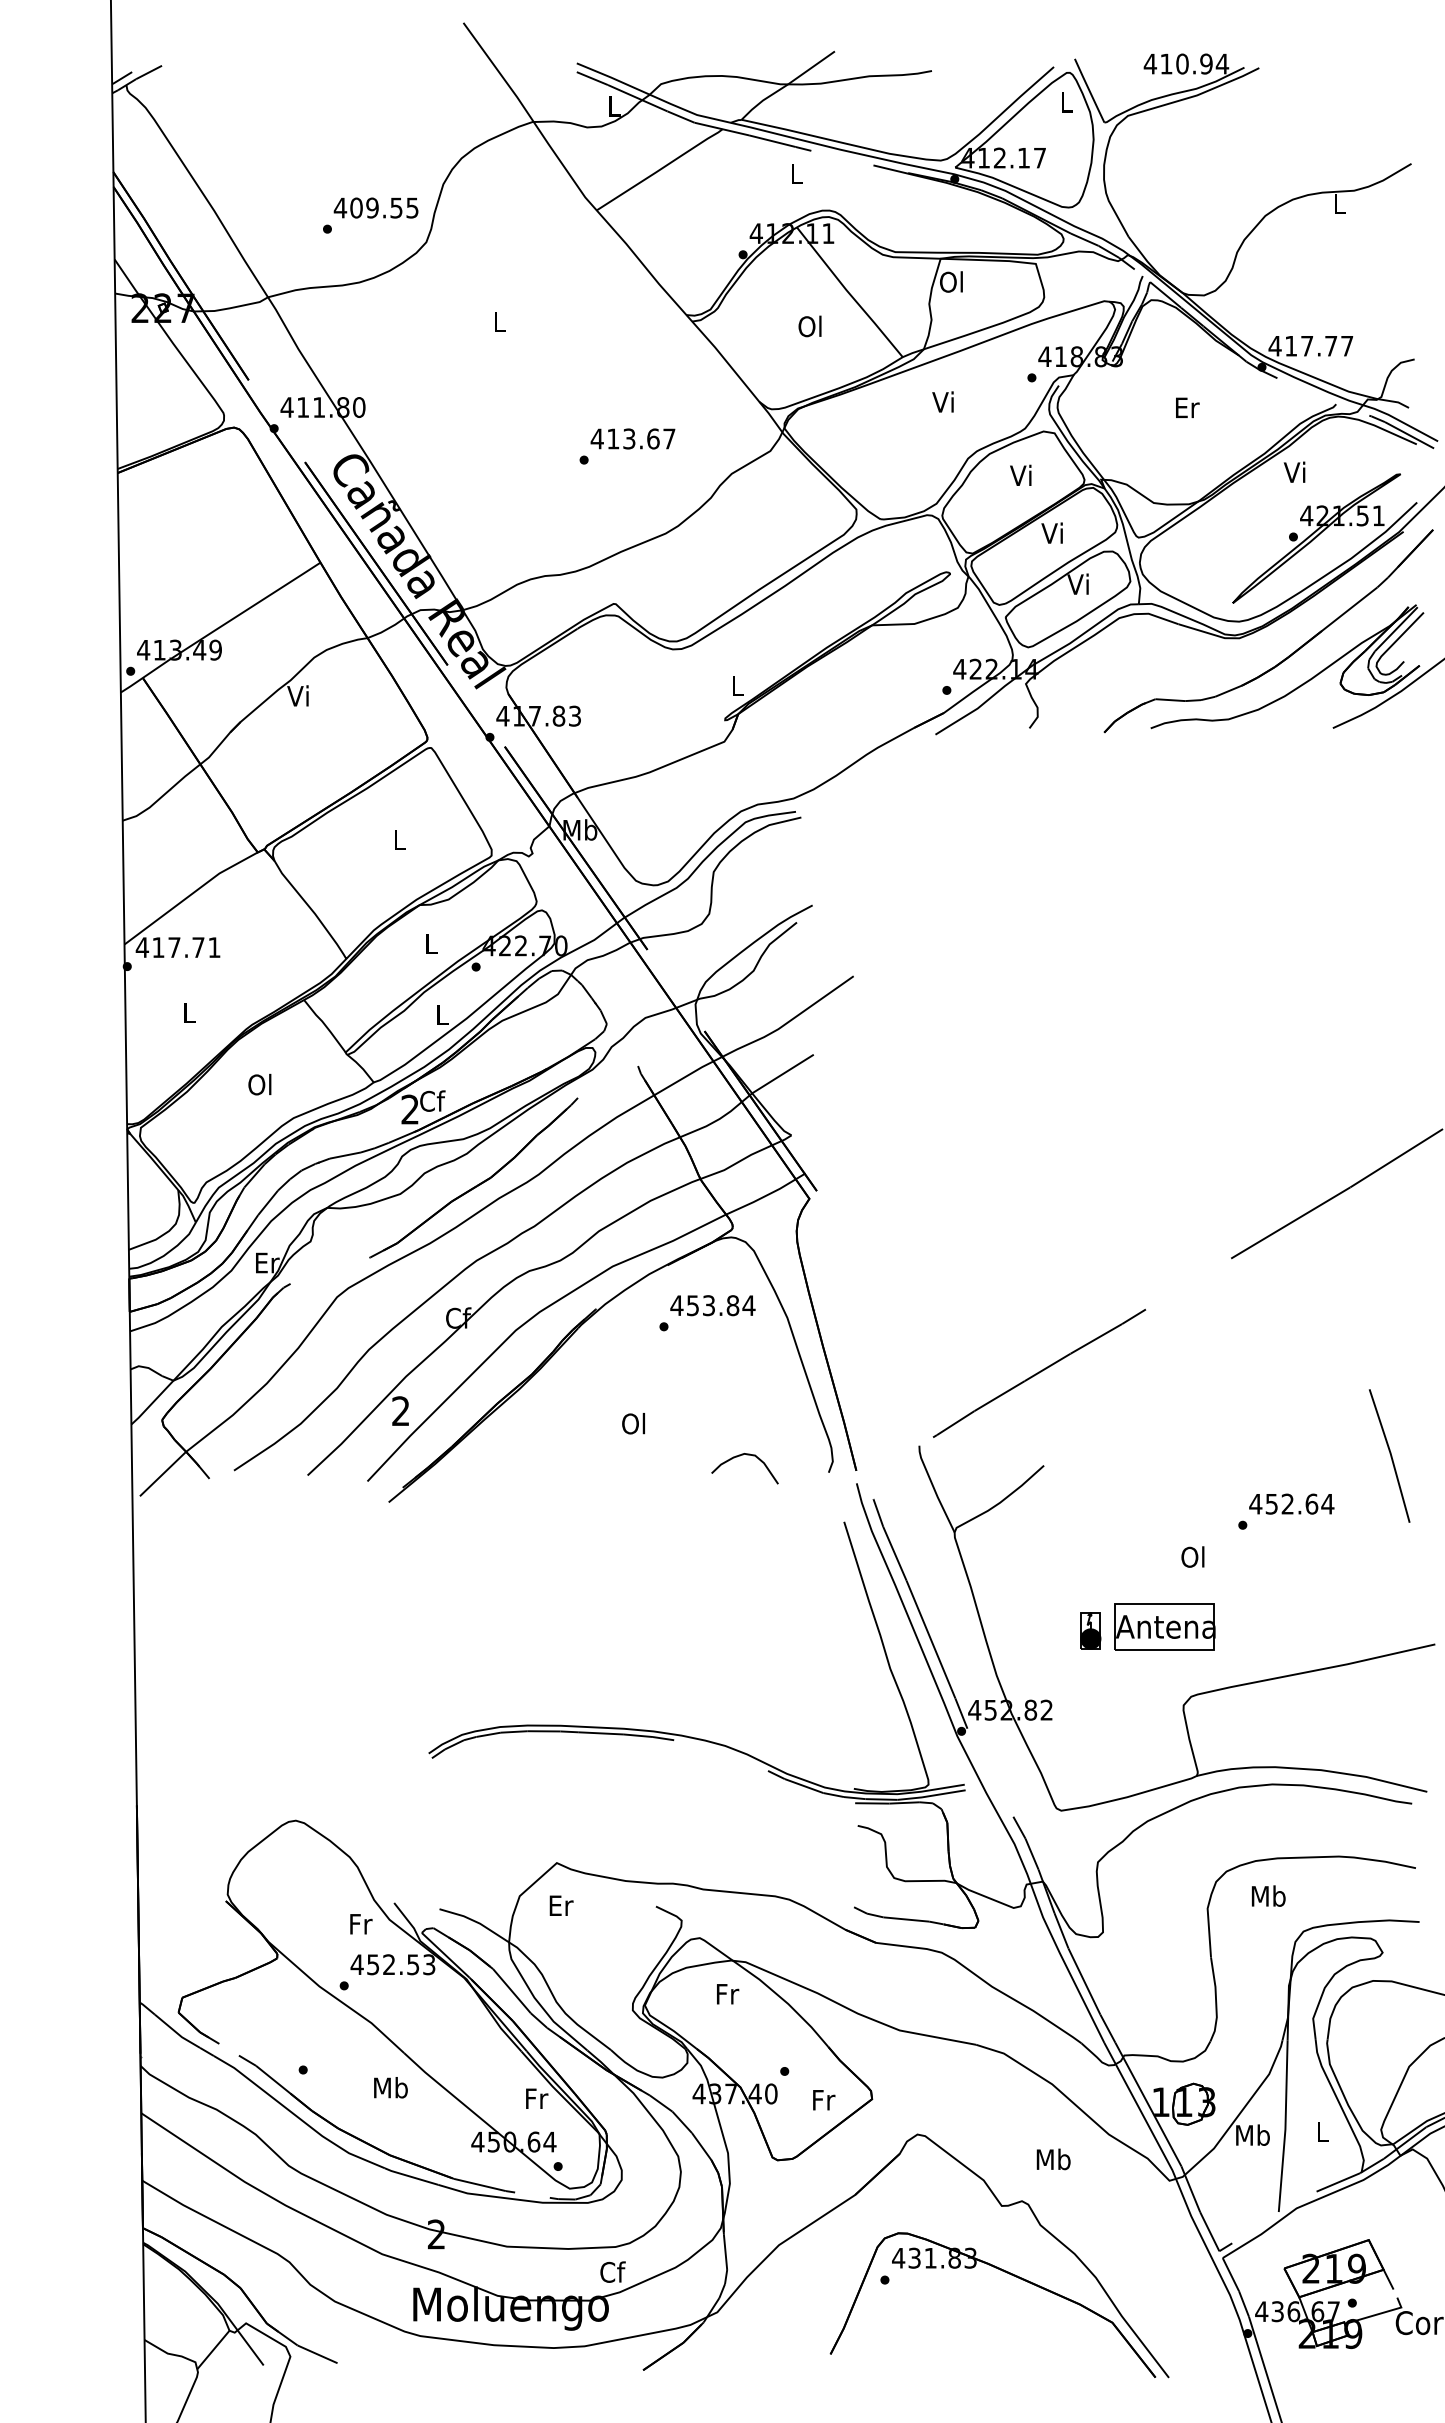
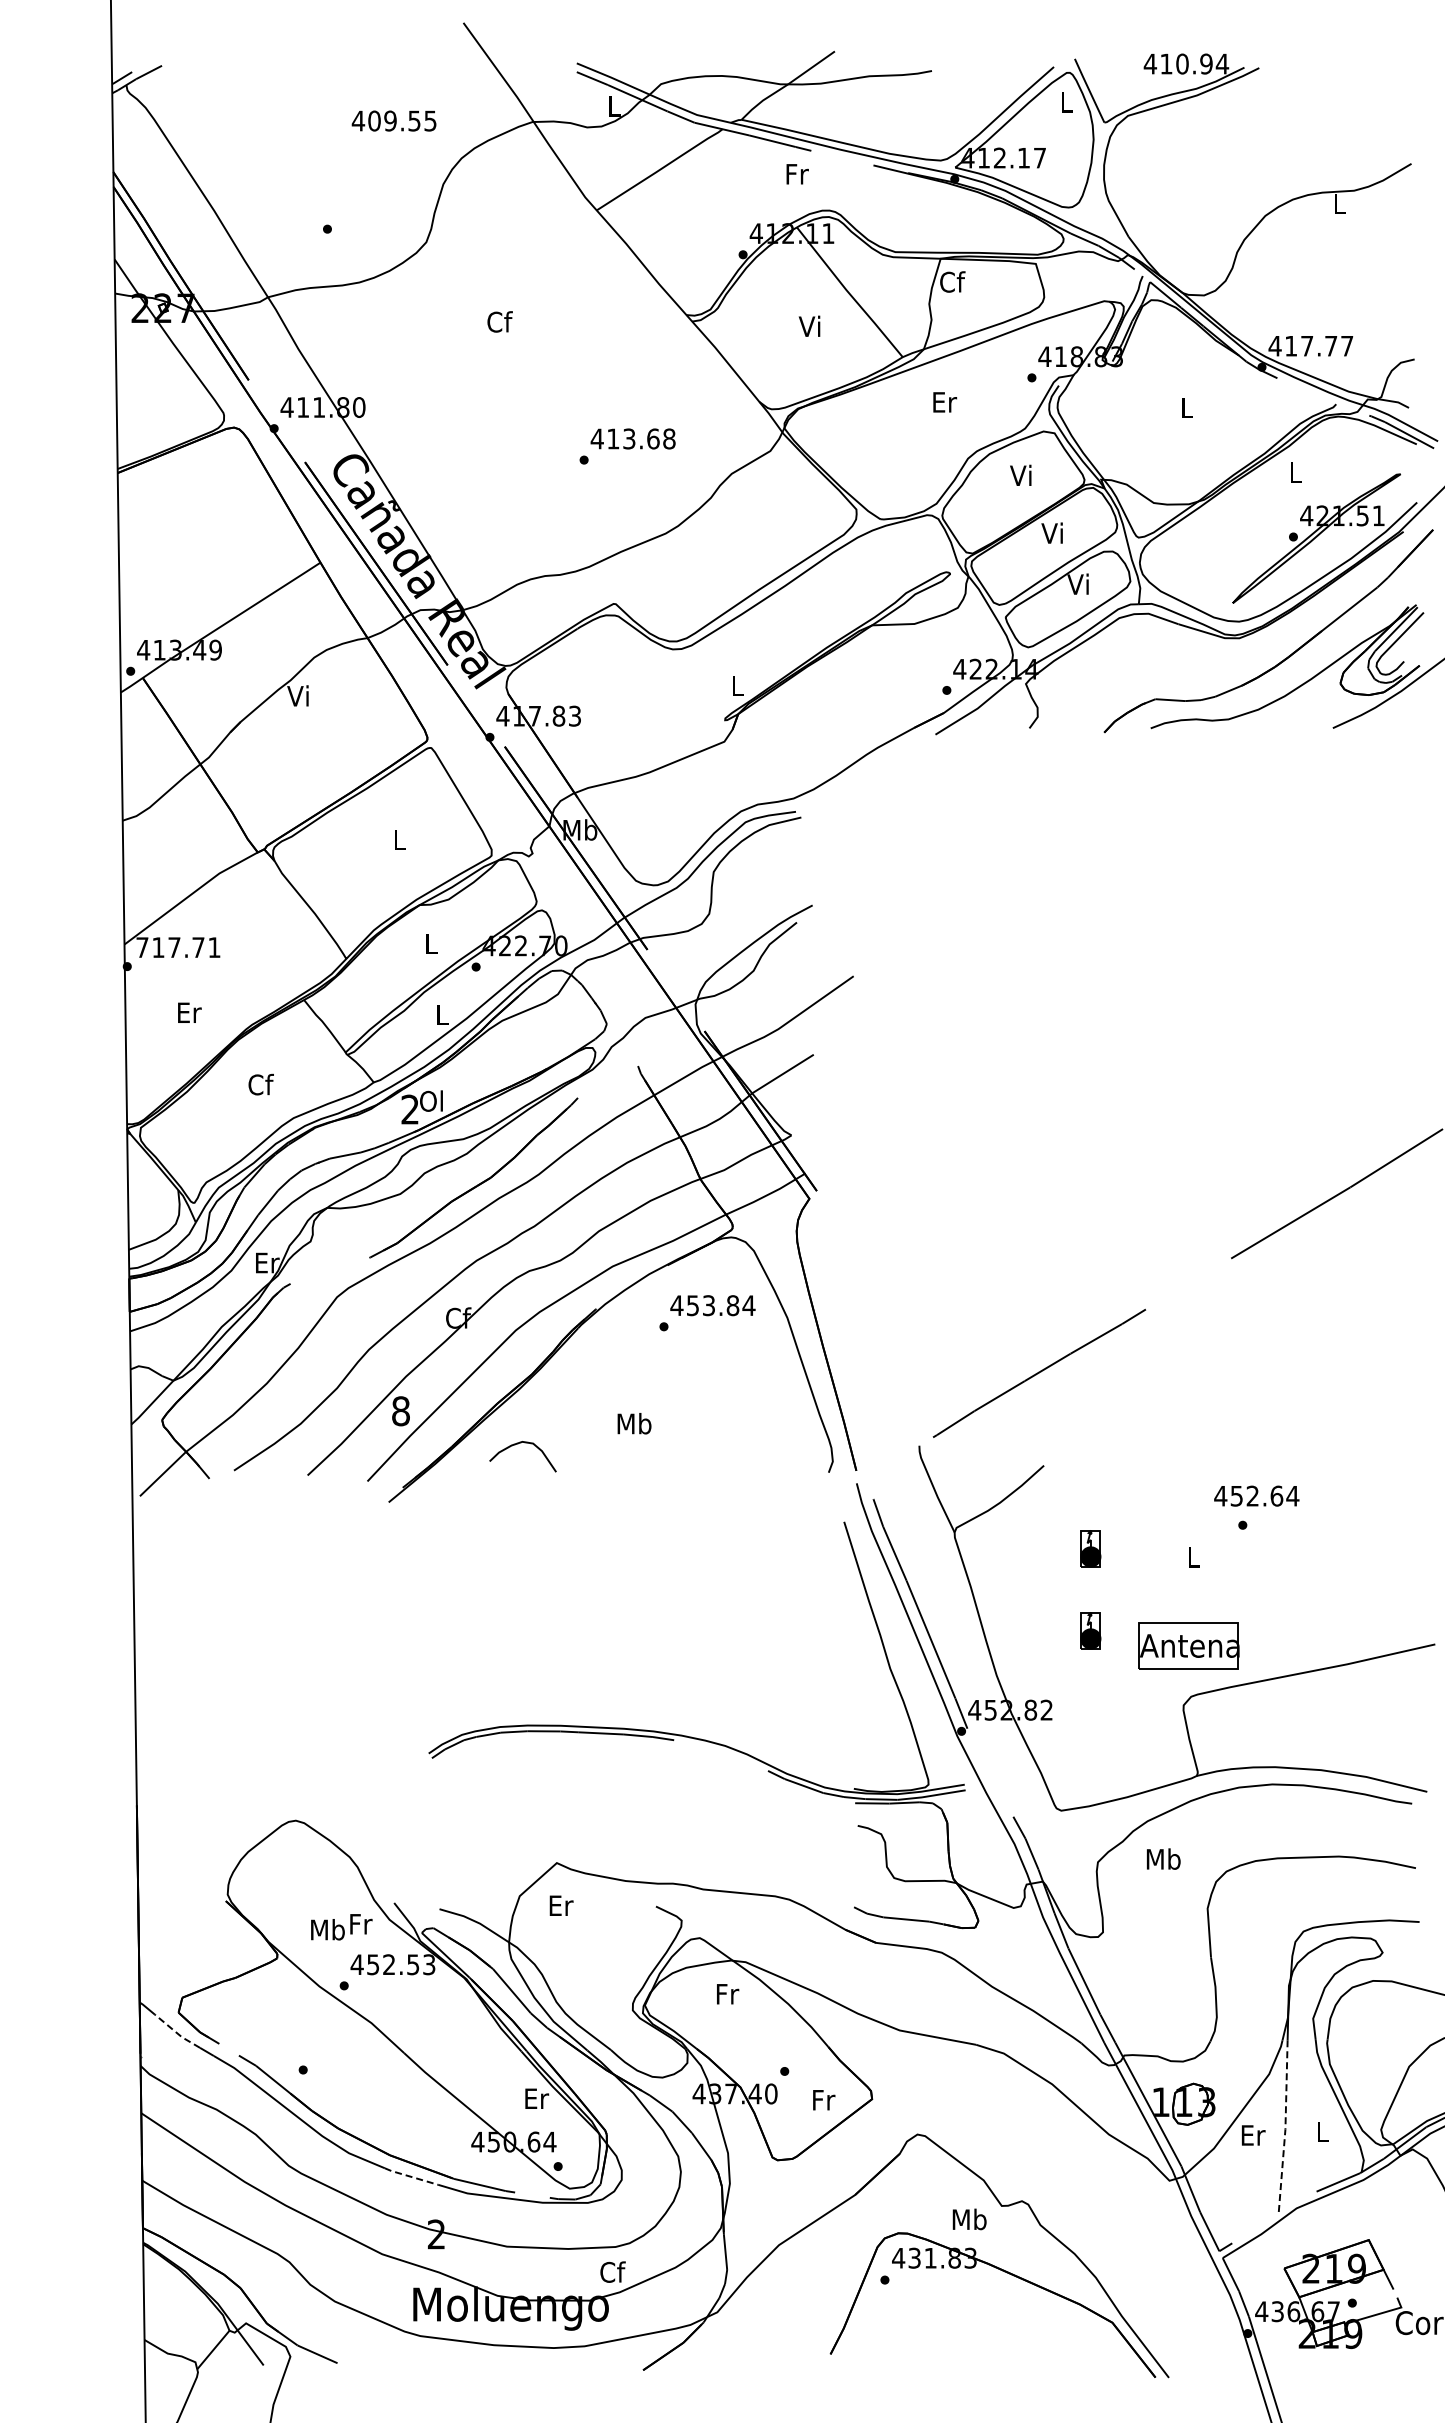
text at (797, 174): L -> Fr
text at (375, 207) position: (375, 207) -> (393, 120)
text at (952, 281): Ol -> Cf
text at (499, 321): L -> Cf
text at (809, 326): Ol -> Vi
text at (944, 401): Vi -> Er
text at (1187, 407): Er -> L
text at (669, 438): 413.67 -> 413.68
text at (1294, 471): Vi -> L
text at (142, 947): 417.71 -> 717.71
text at (189, 1012): L -> Er
text at (260, 1084): Ol -> Cf
text at (432, 1100): Cf -> Ol
text at (400, 1411): 2 -> 8
text at (634, 1423): Ol -> Mb
line at (1390, 1455): present -> none
curve at (740, 1456) position: (740, 1456) -> (518, 1444)
text at (1291, 1503) position: (1291, 1503) -> (1256, 1495)
part at (1090, 1548): none -> present
text at (1192, 1556): Ol -> L
part at (1164, 1626) position: (1164, 1626) -> (1188, 1645)
text at (1268, 1895) position: (1268, 1895) -> (1163, 1858)
line at (176, 2032): solid -> dashed
text at (390, 2087) position: (390, 2087) -> (327, 1929)
text at (537, 2098): Fr -> Er
line at (1285, 2126): solid -> dashed
text at (1252, 2134): Mb -> Er
text at (1053, 2159) position: (1053, 2159) -> (969, 2219)
line at (410, 2176): solid -> dashed
